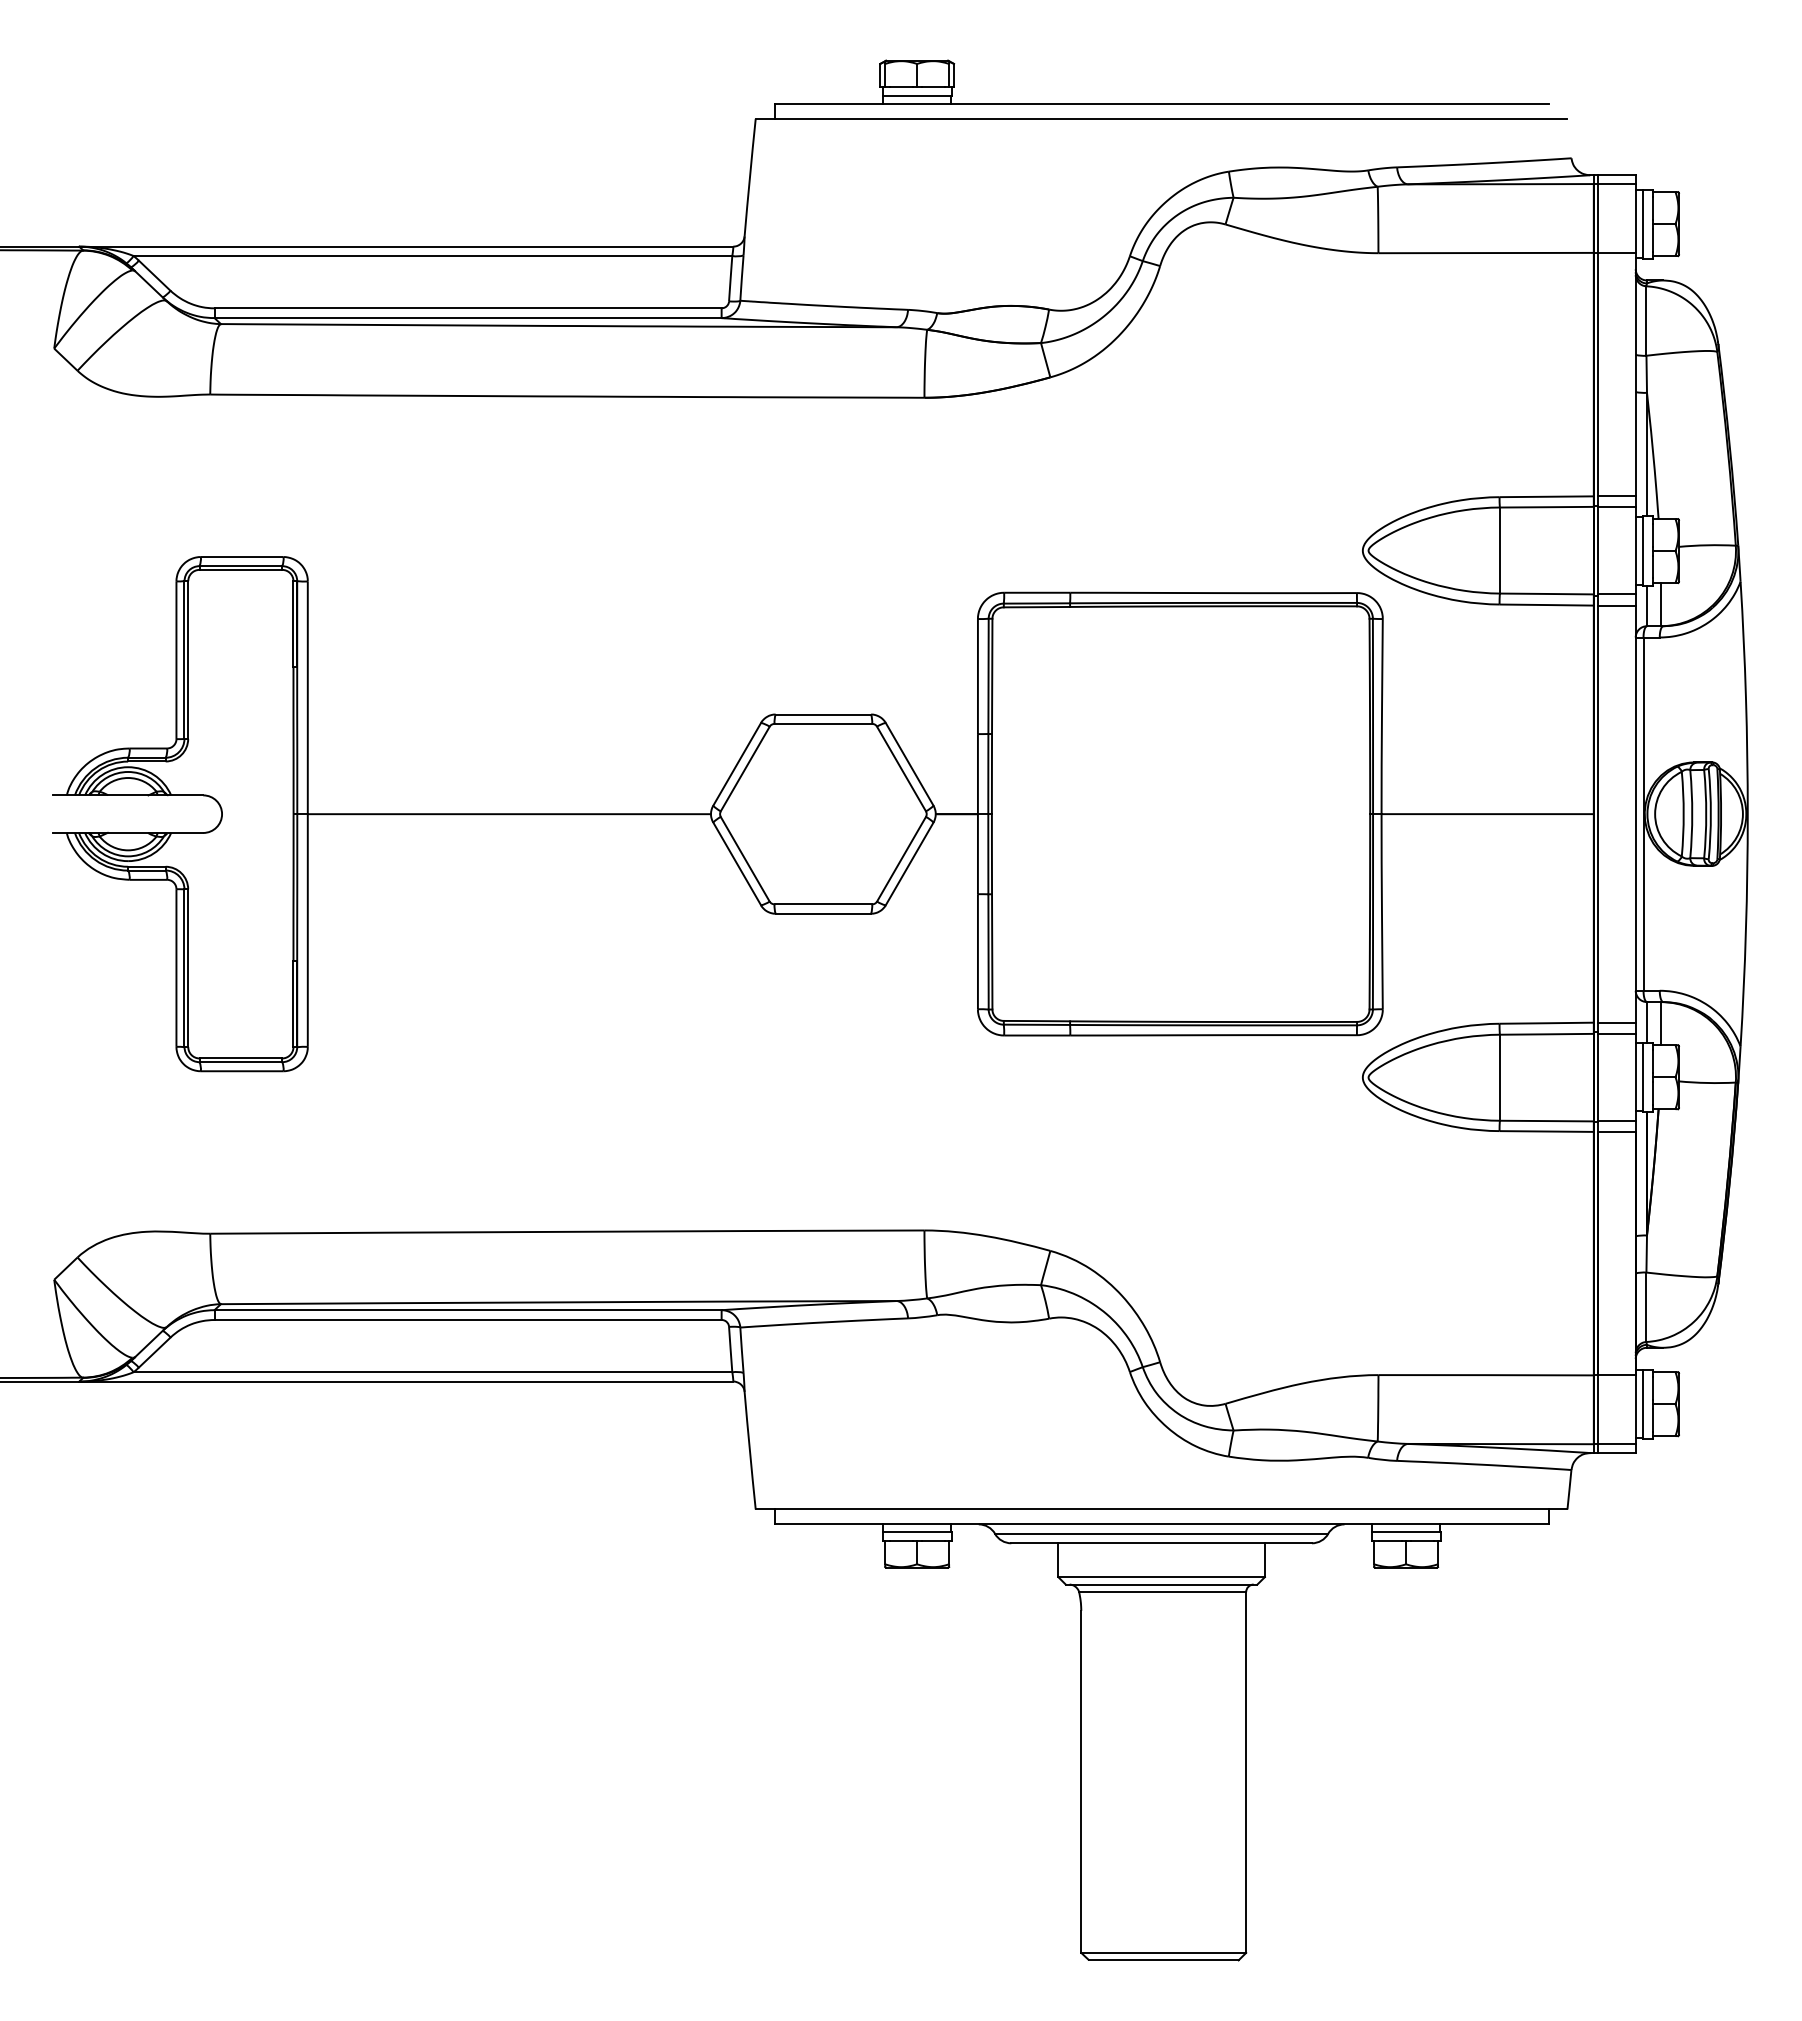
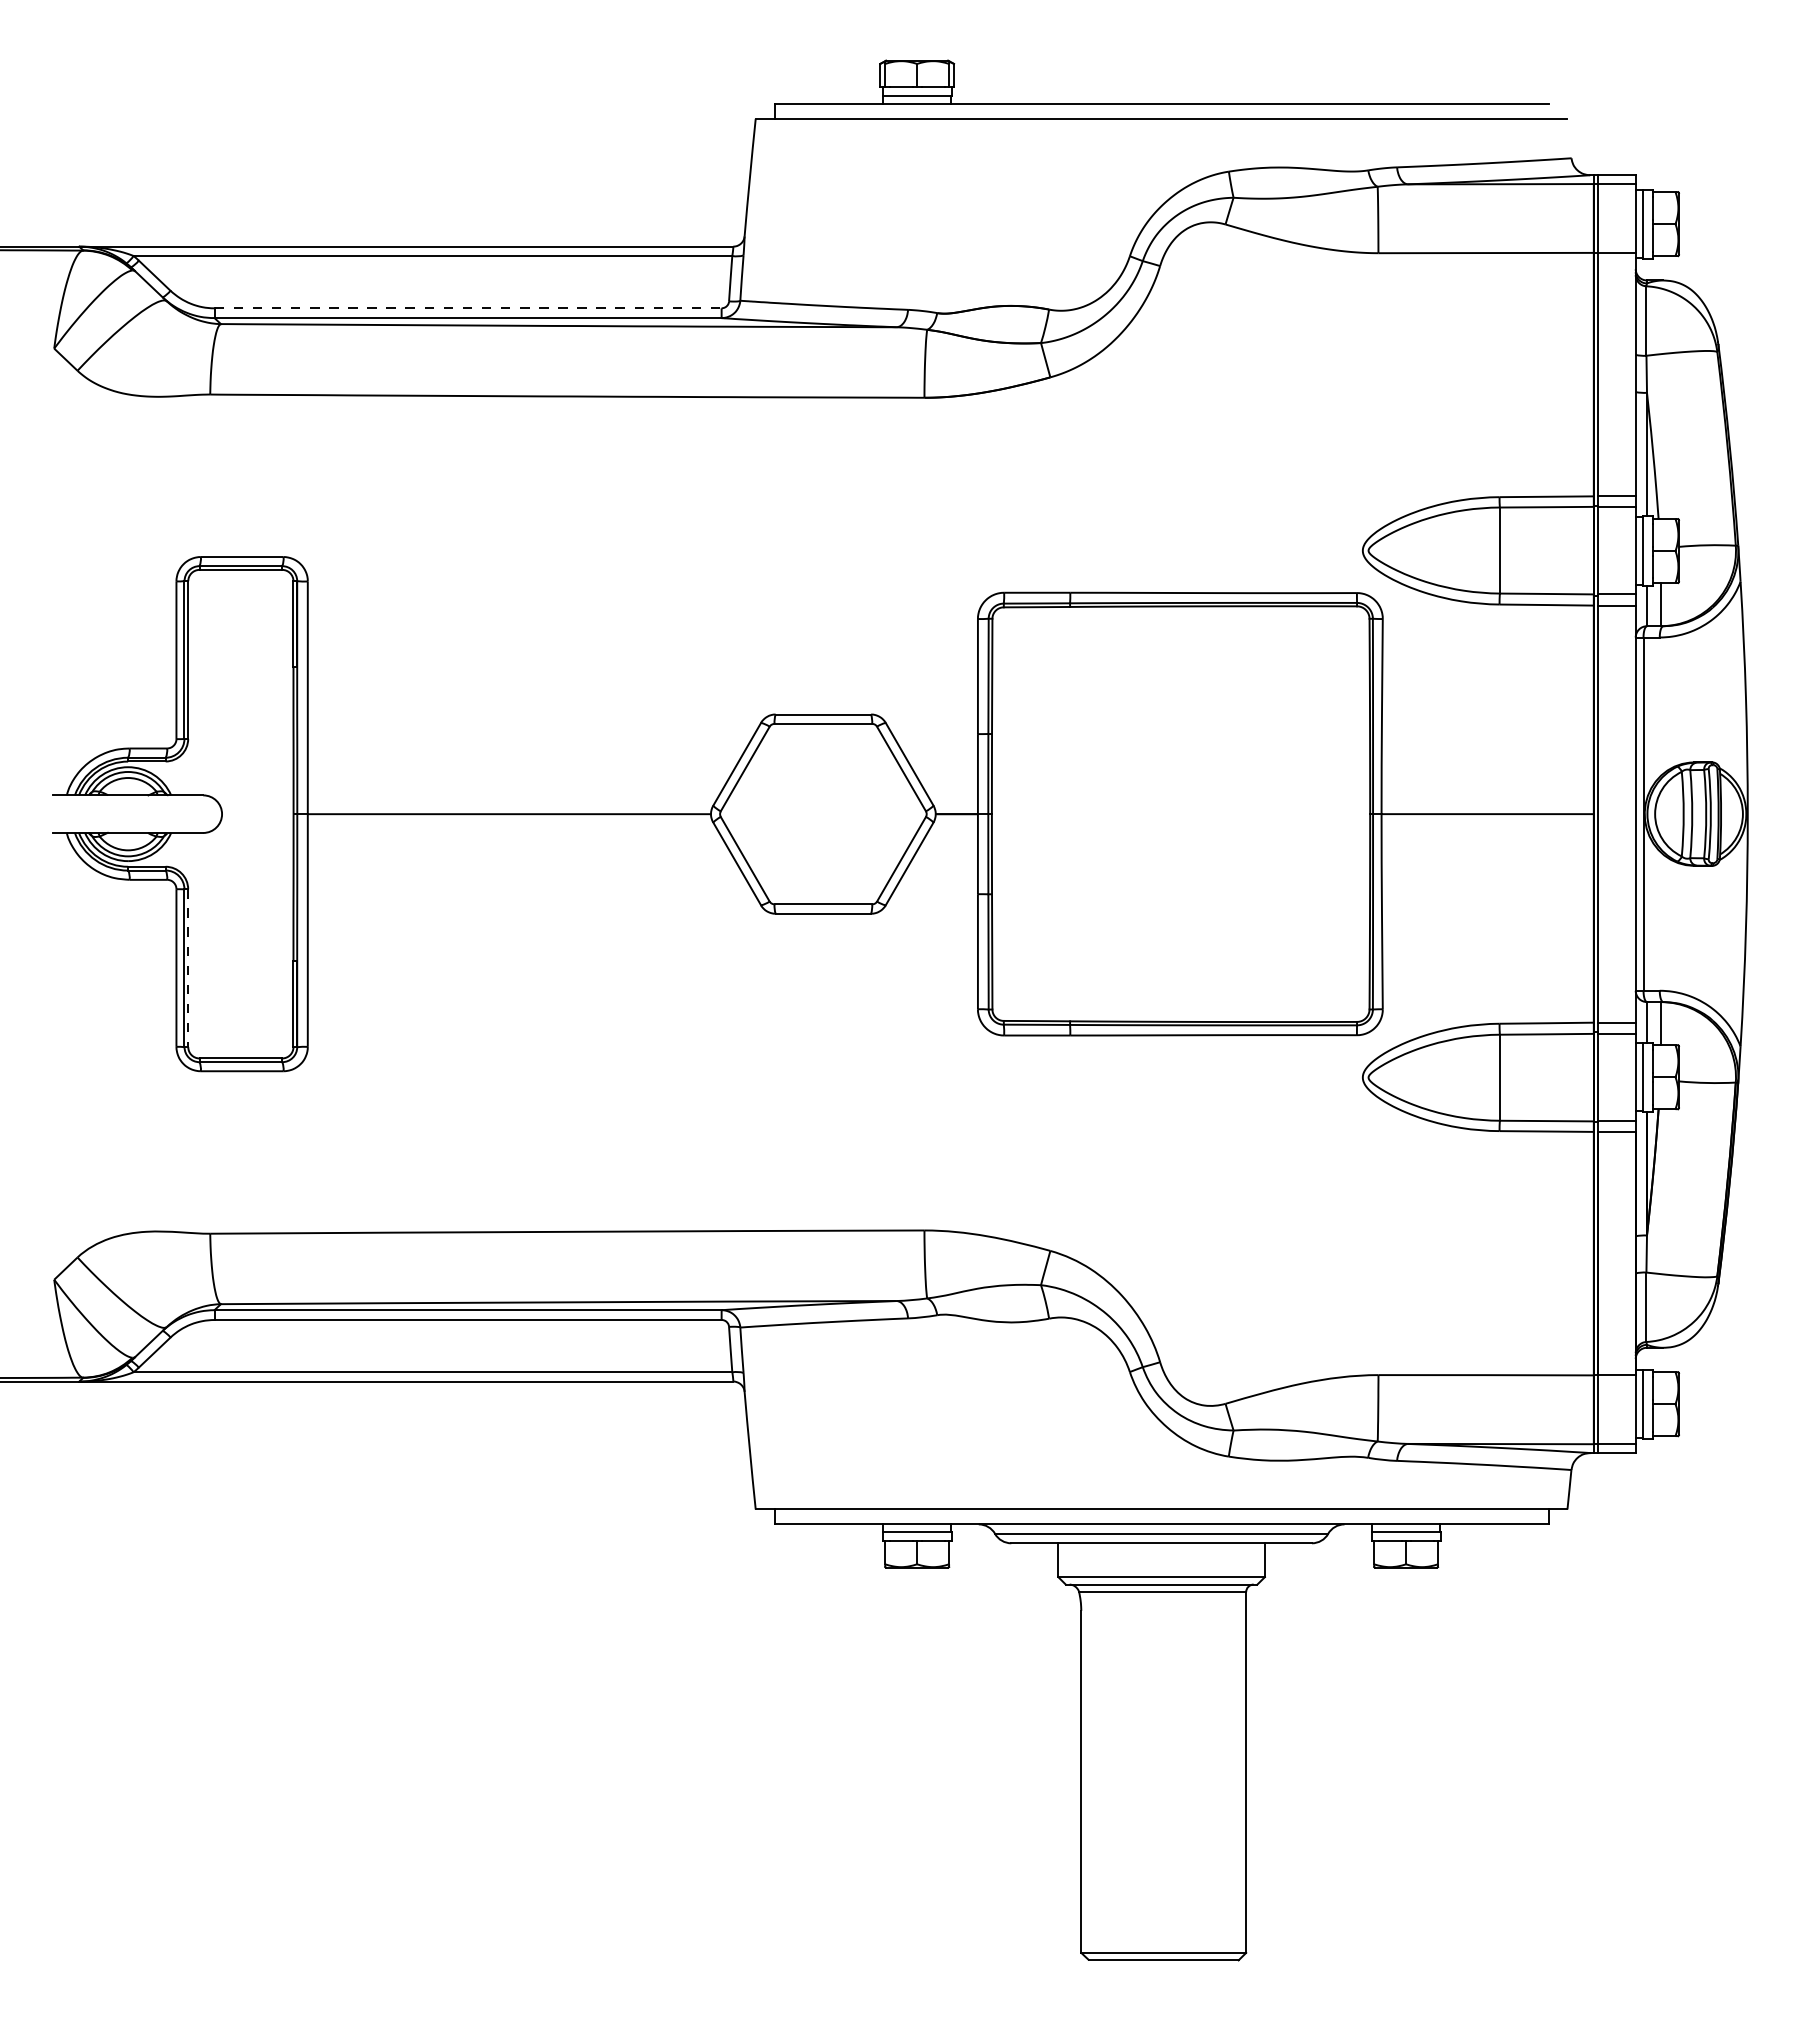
line at (468, 308): solid -> dashed
line at (188, 968): solid -> dashed
